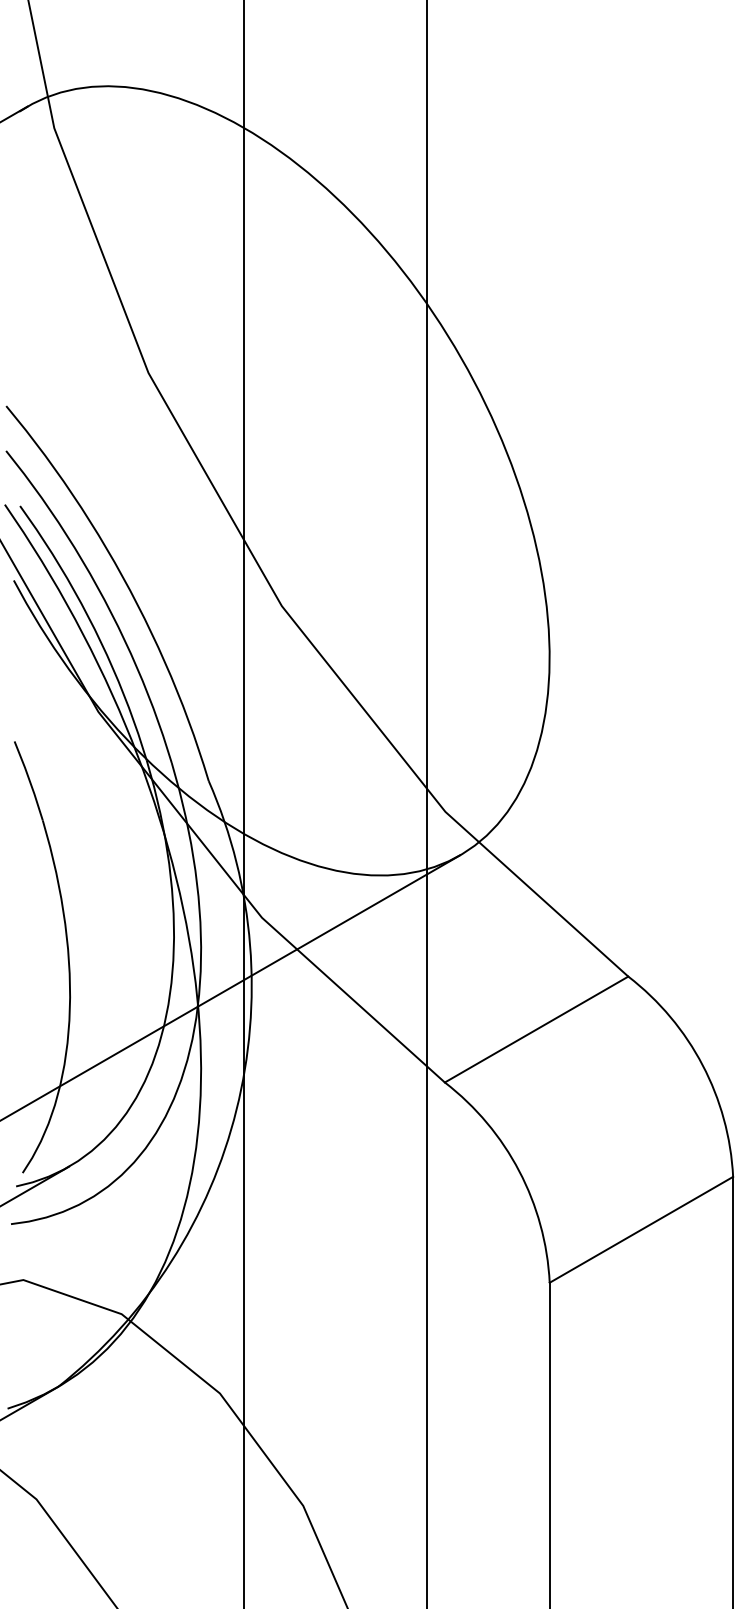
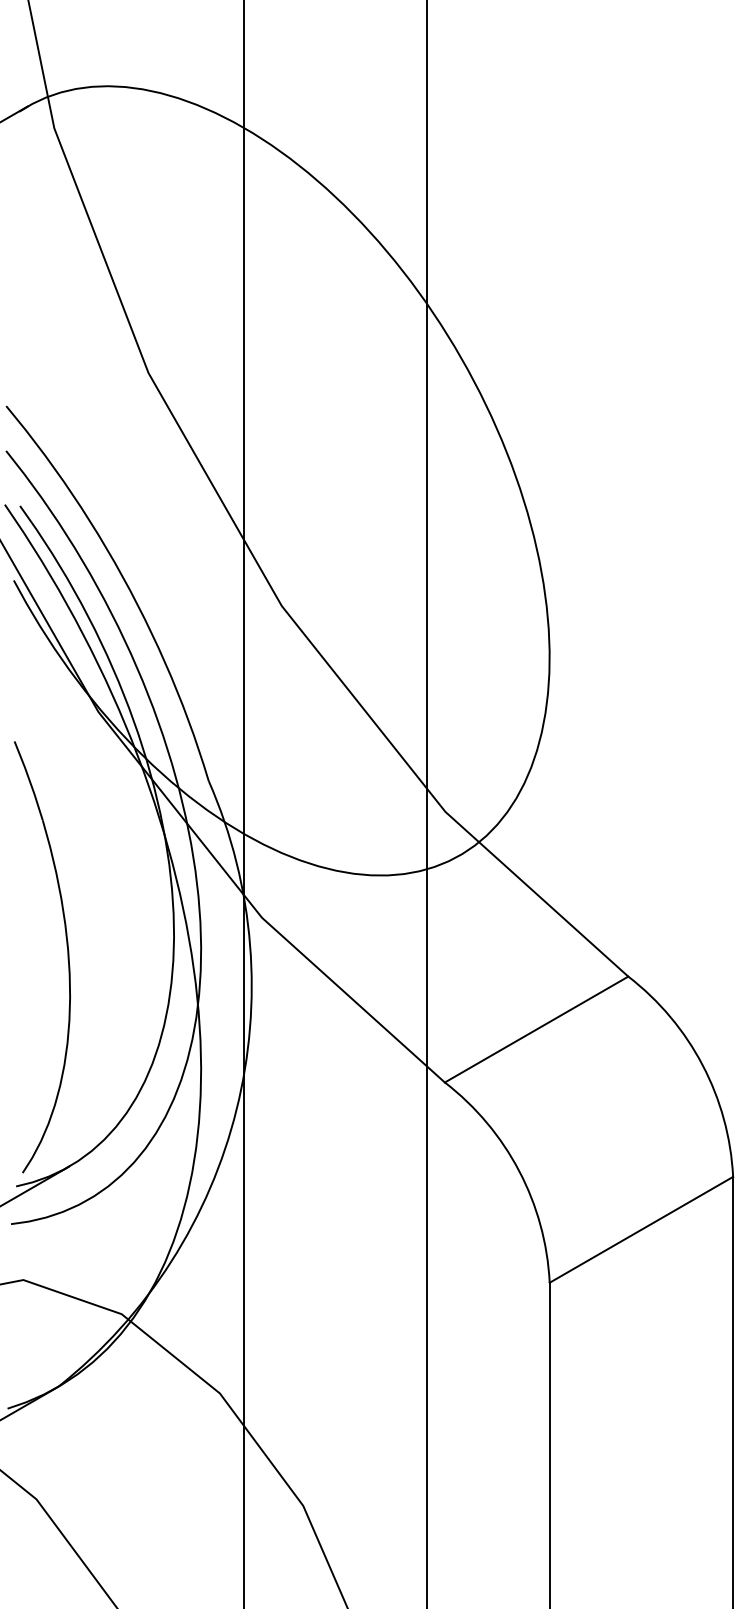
line at (231, 987): present -> none
